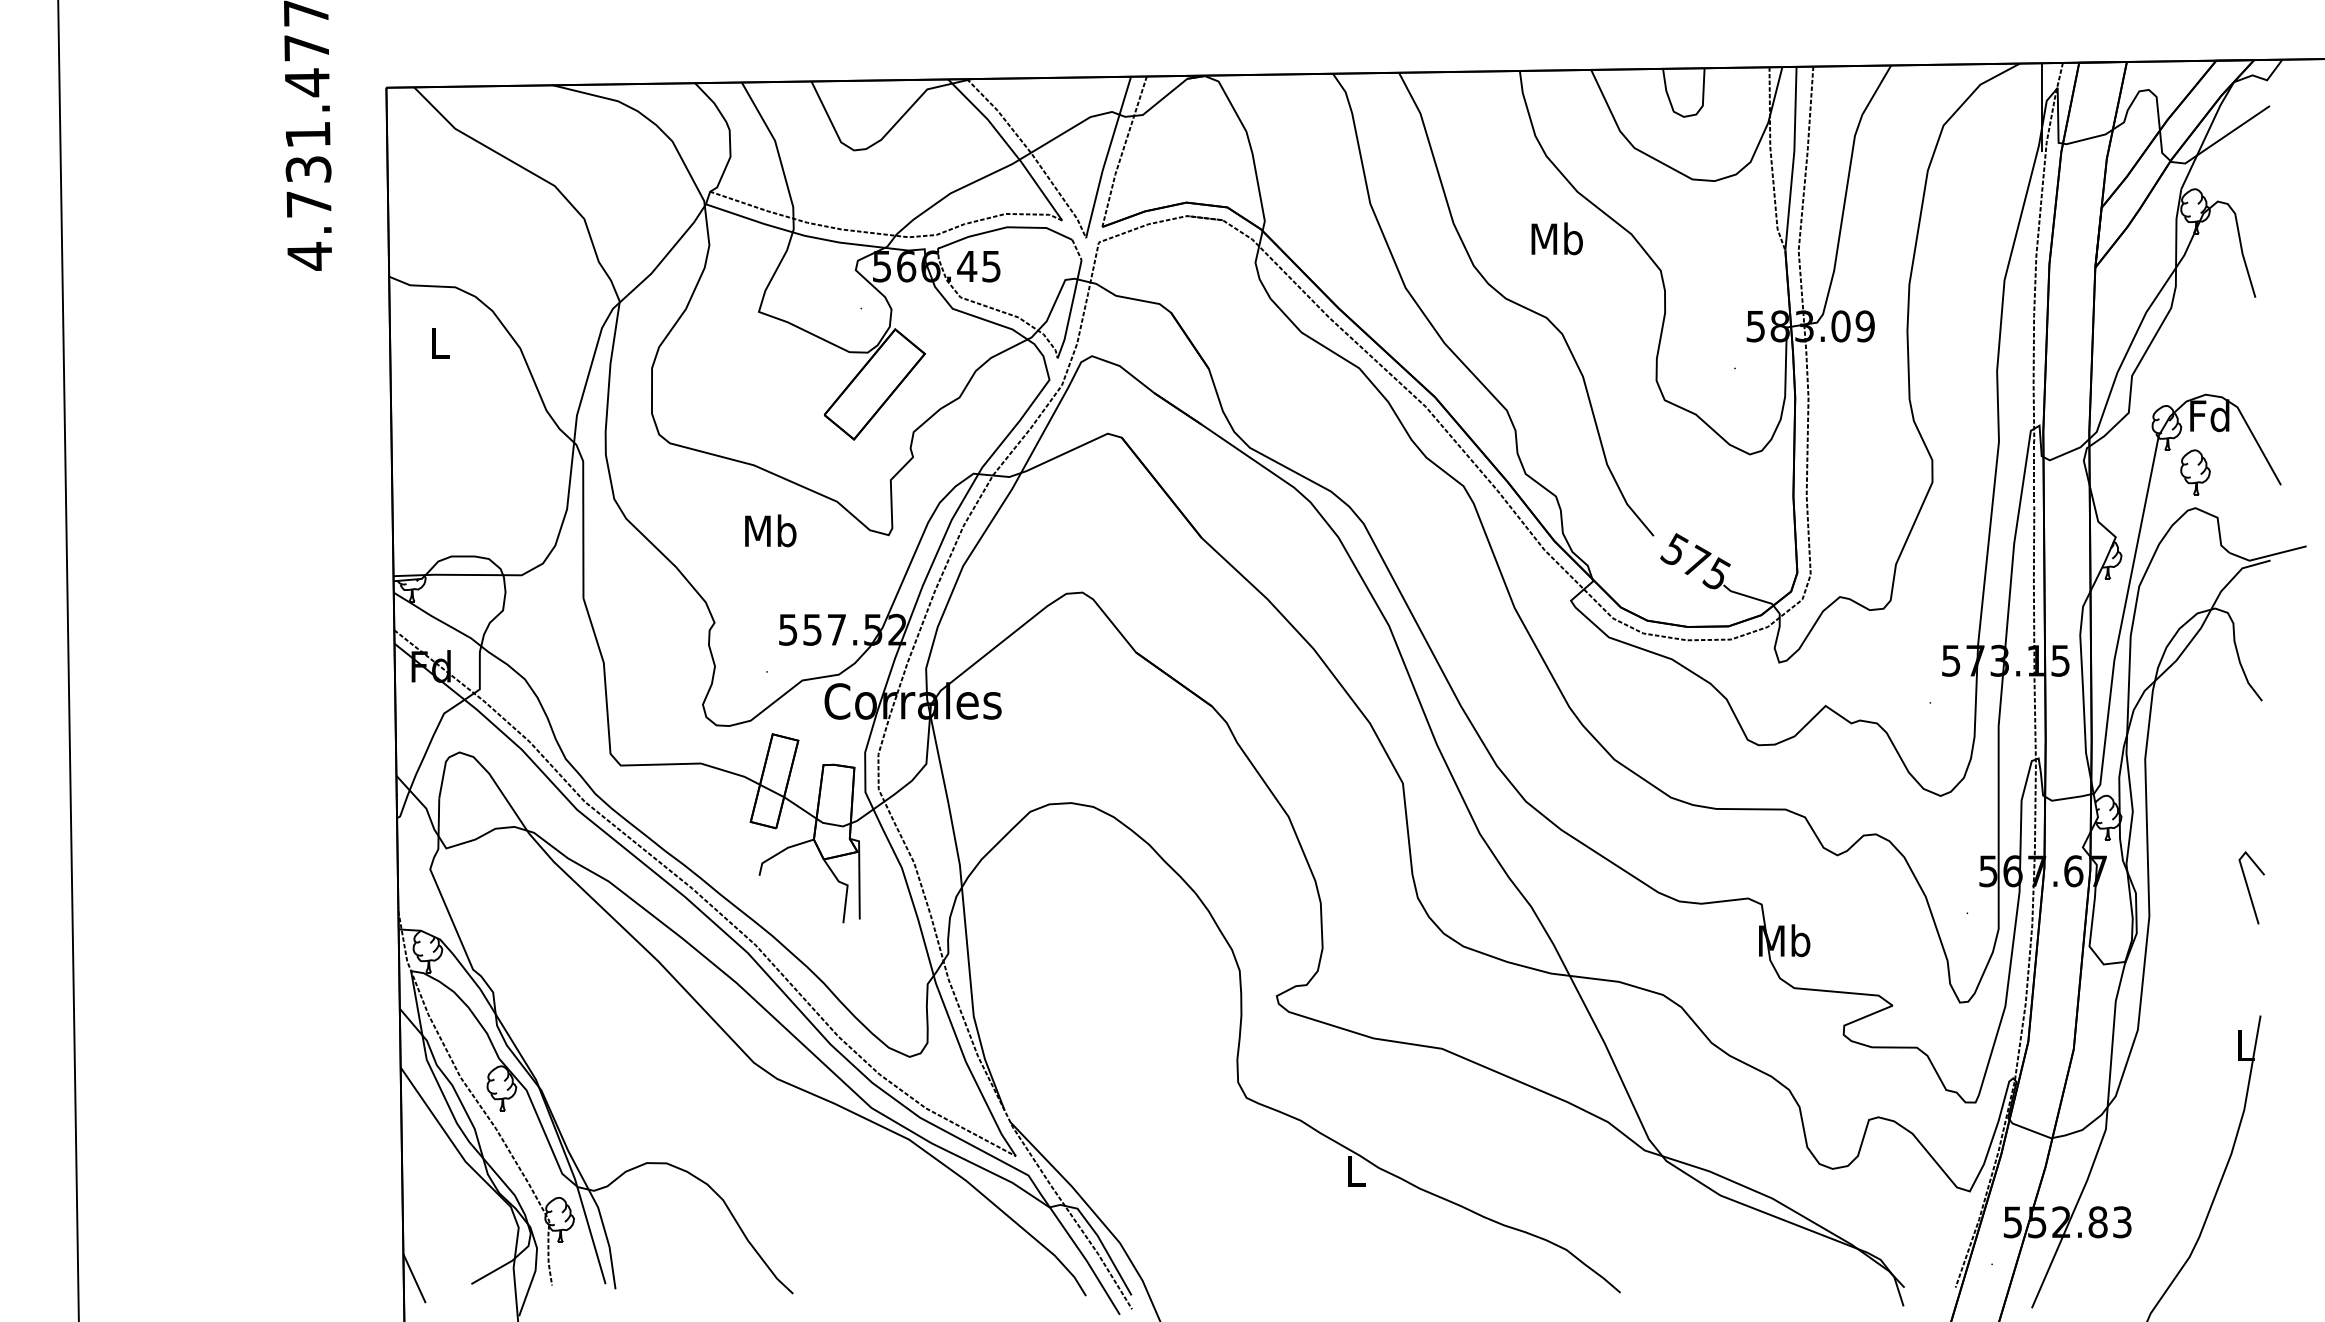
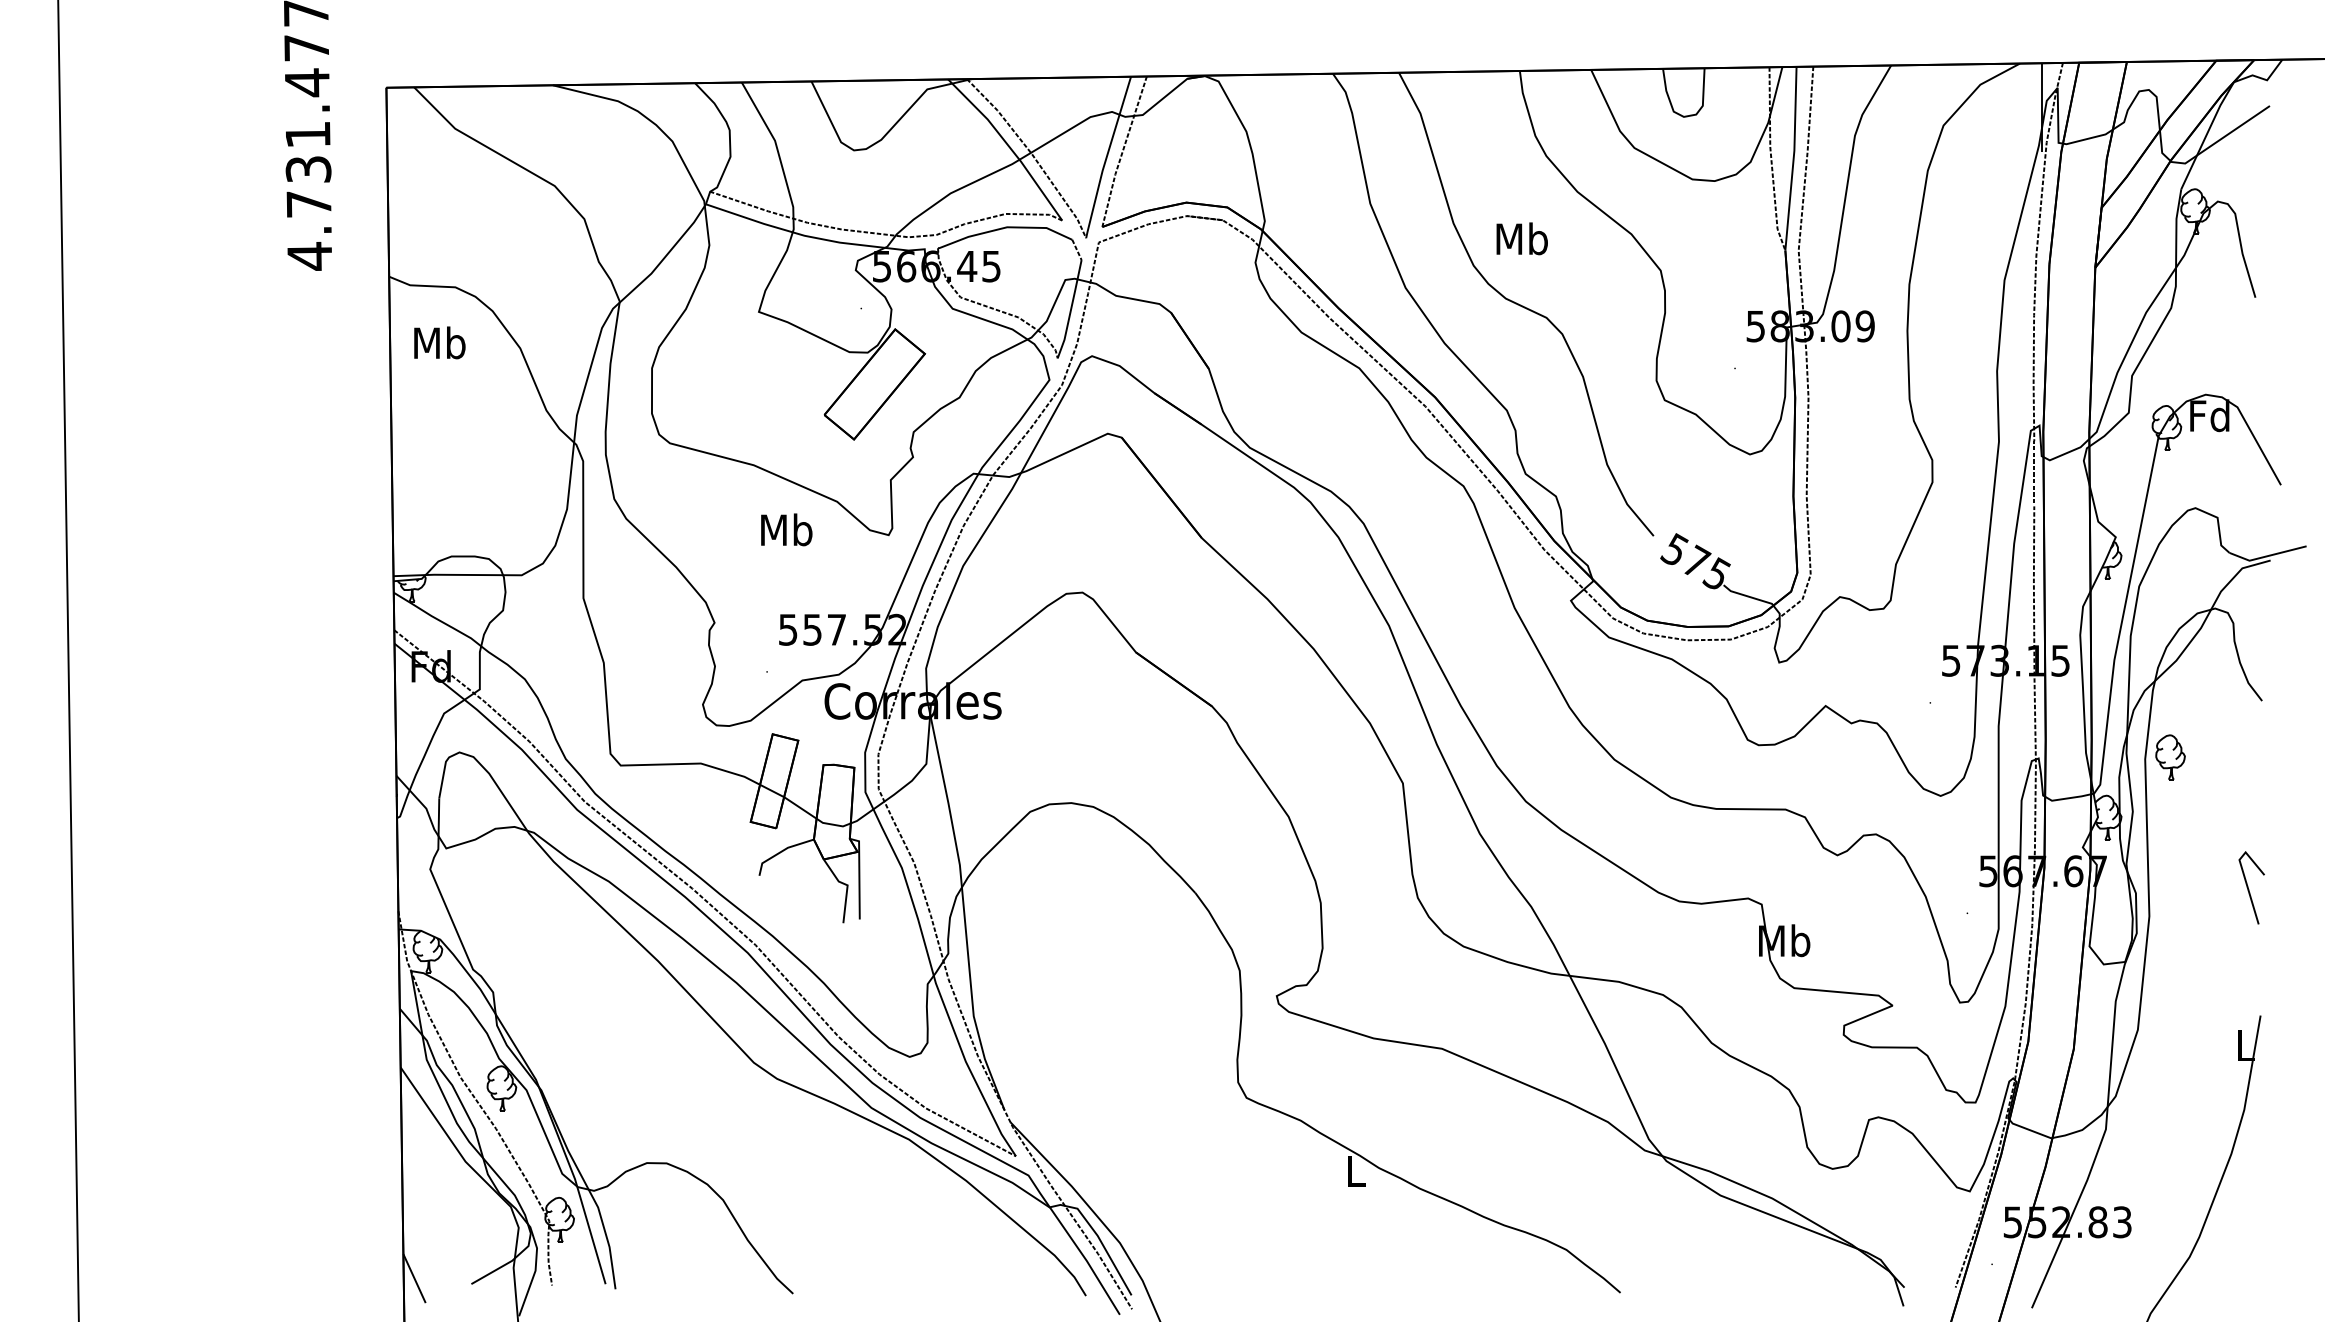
text at (1556, 238) position: (1556, 238) -> (1521, 238)
text at (439, 342): L -> Mb
part at (2195, 472) position: (2195, 472) -> (2170, 757)
text at (770, 530) position: (770, 530) -> (786, 529)
